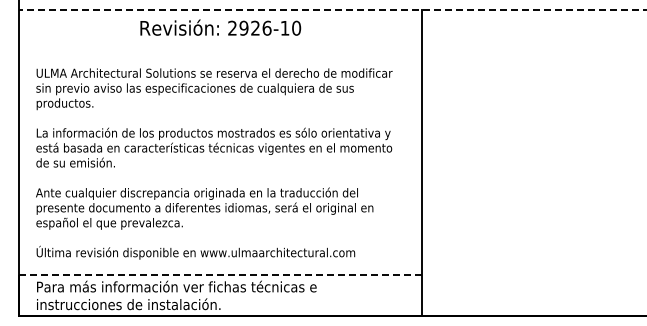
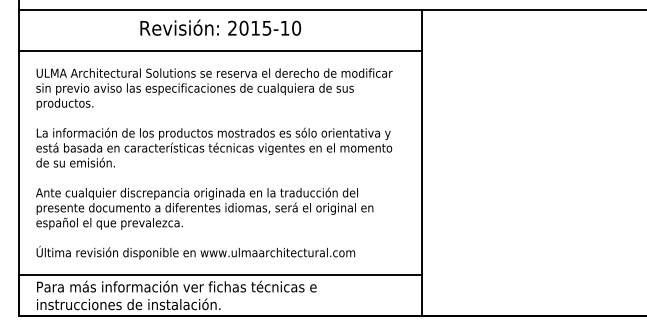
line at (332, 9): dashed -> solid
text at (255, 27): 2926-10 -> 2015-10
line at (220, 50): none -> present
line at (220, 275): dashed -> solid
